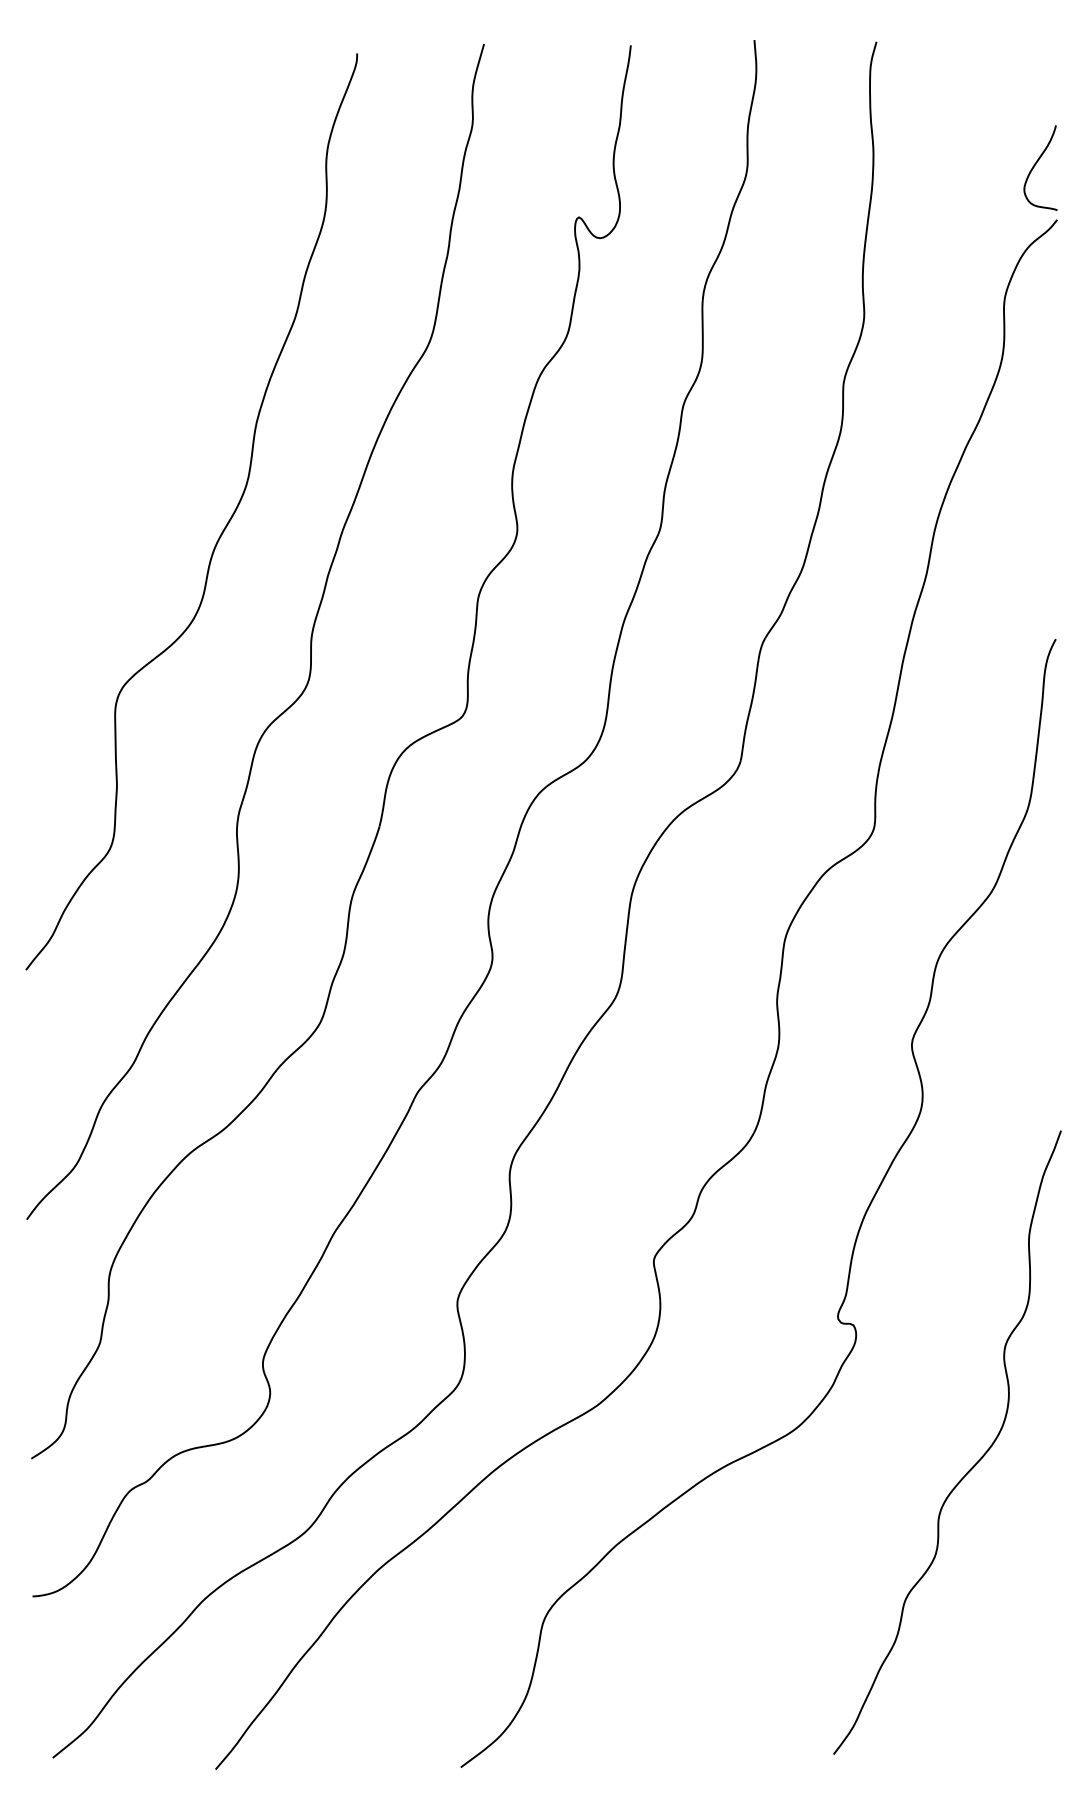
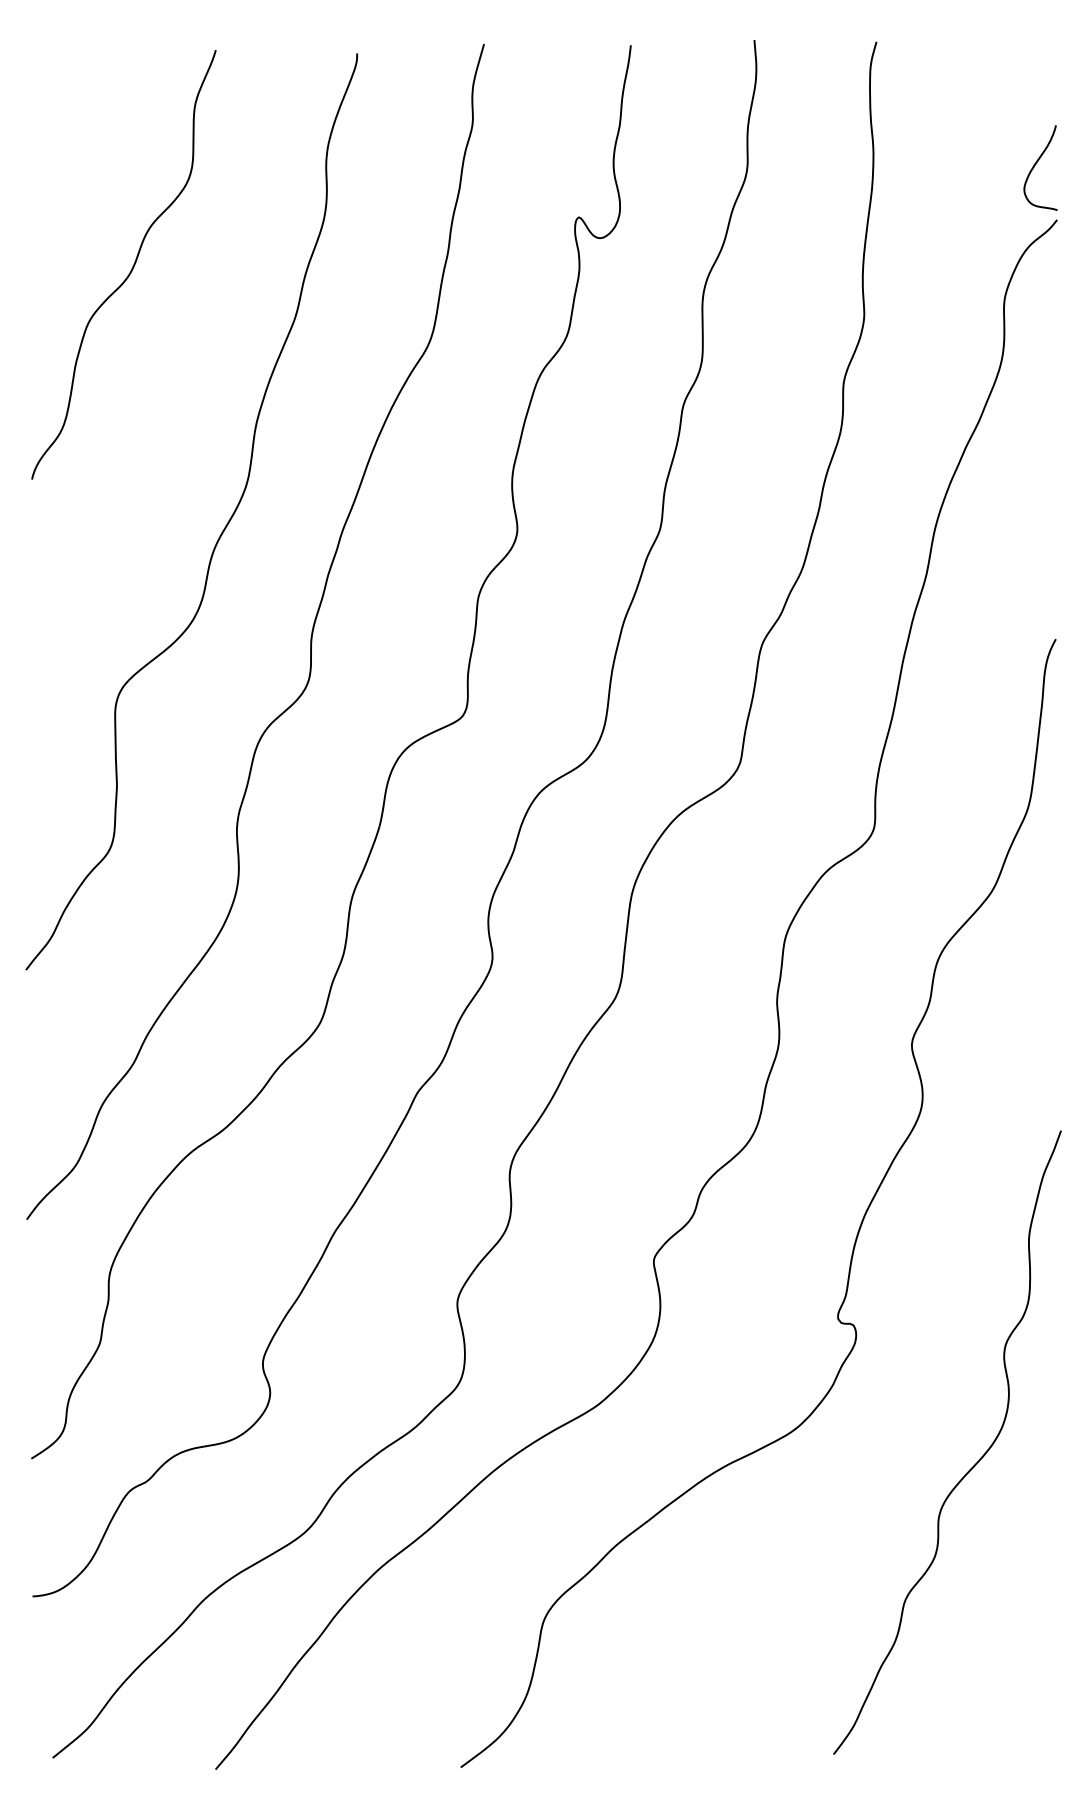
curve at (131, 268): none -> present
